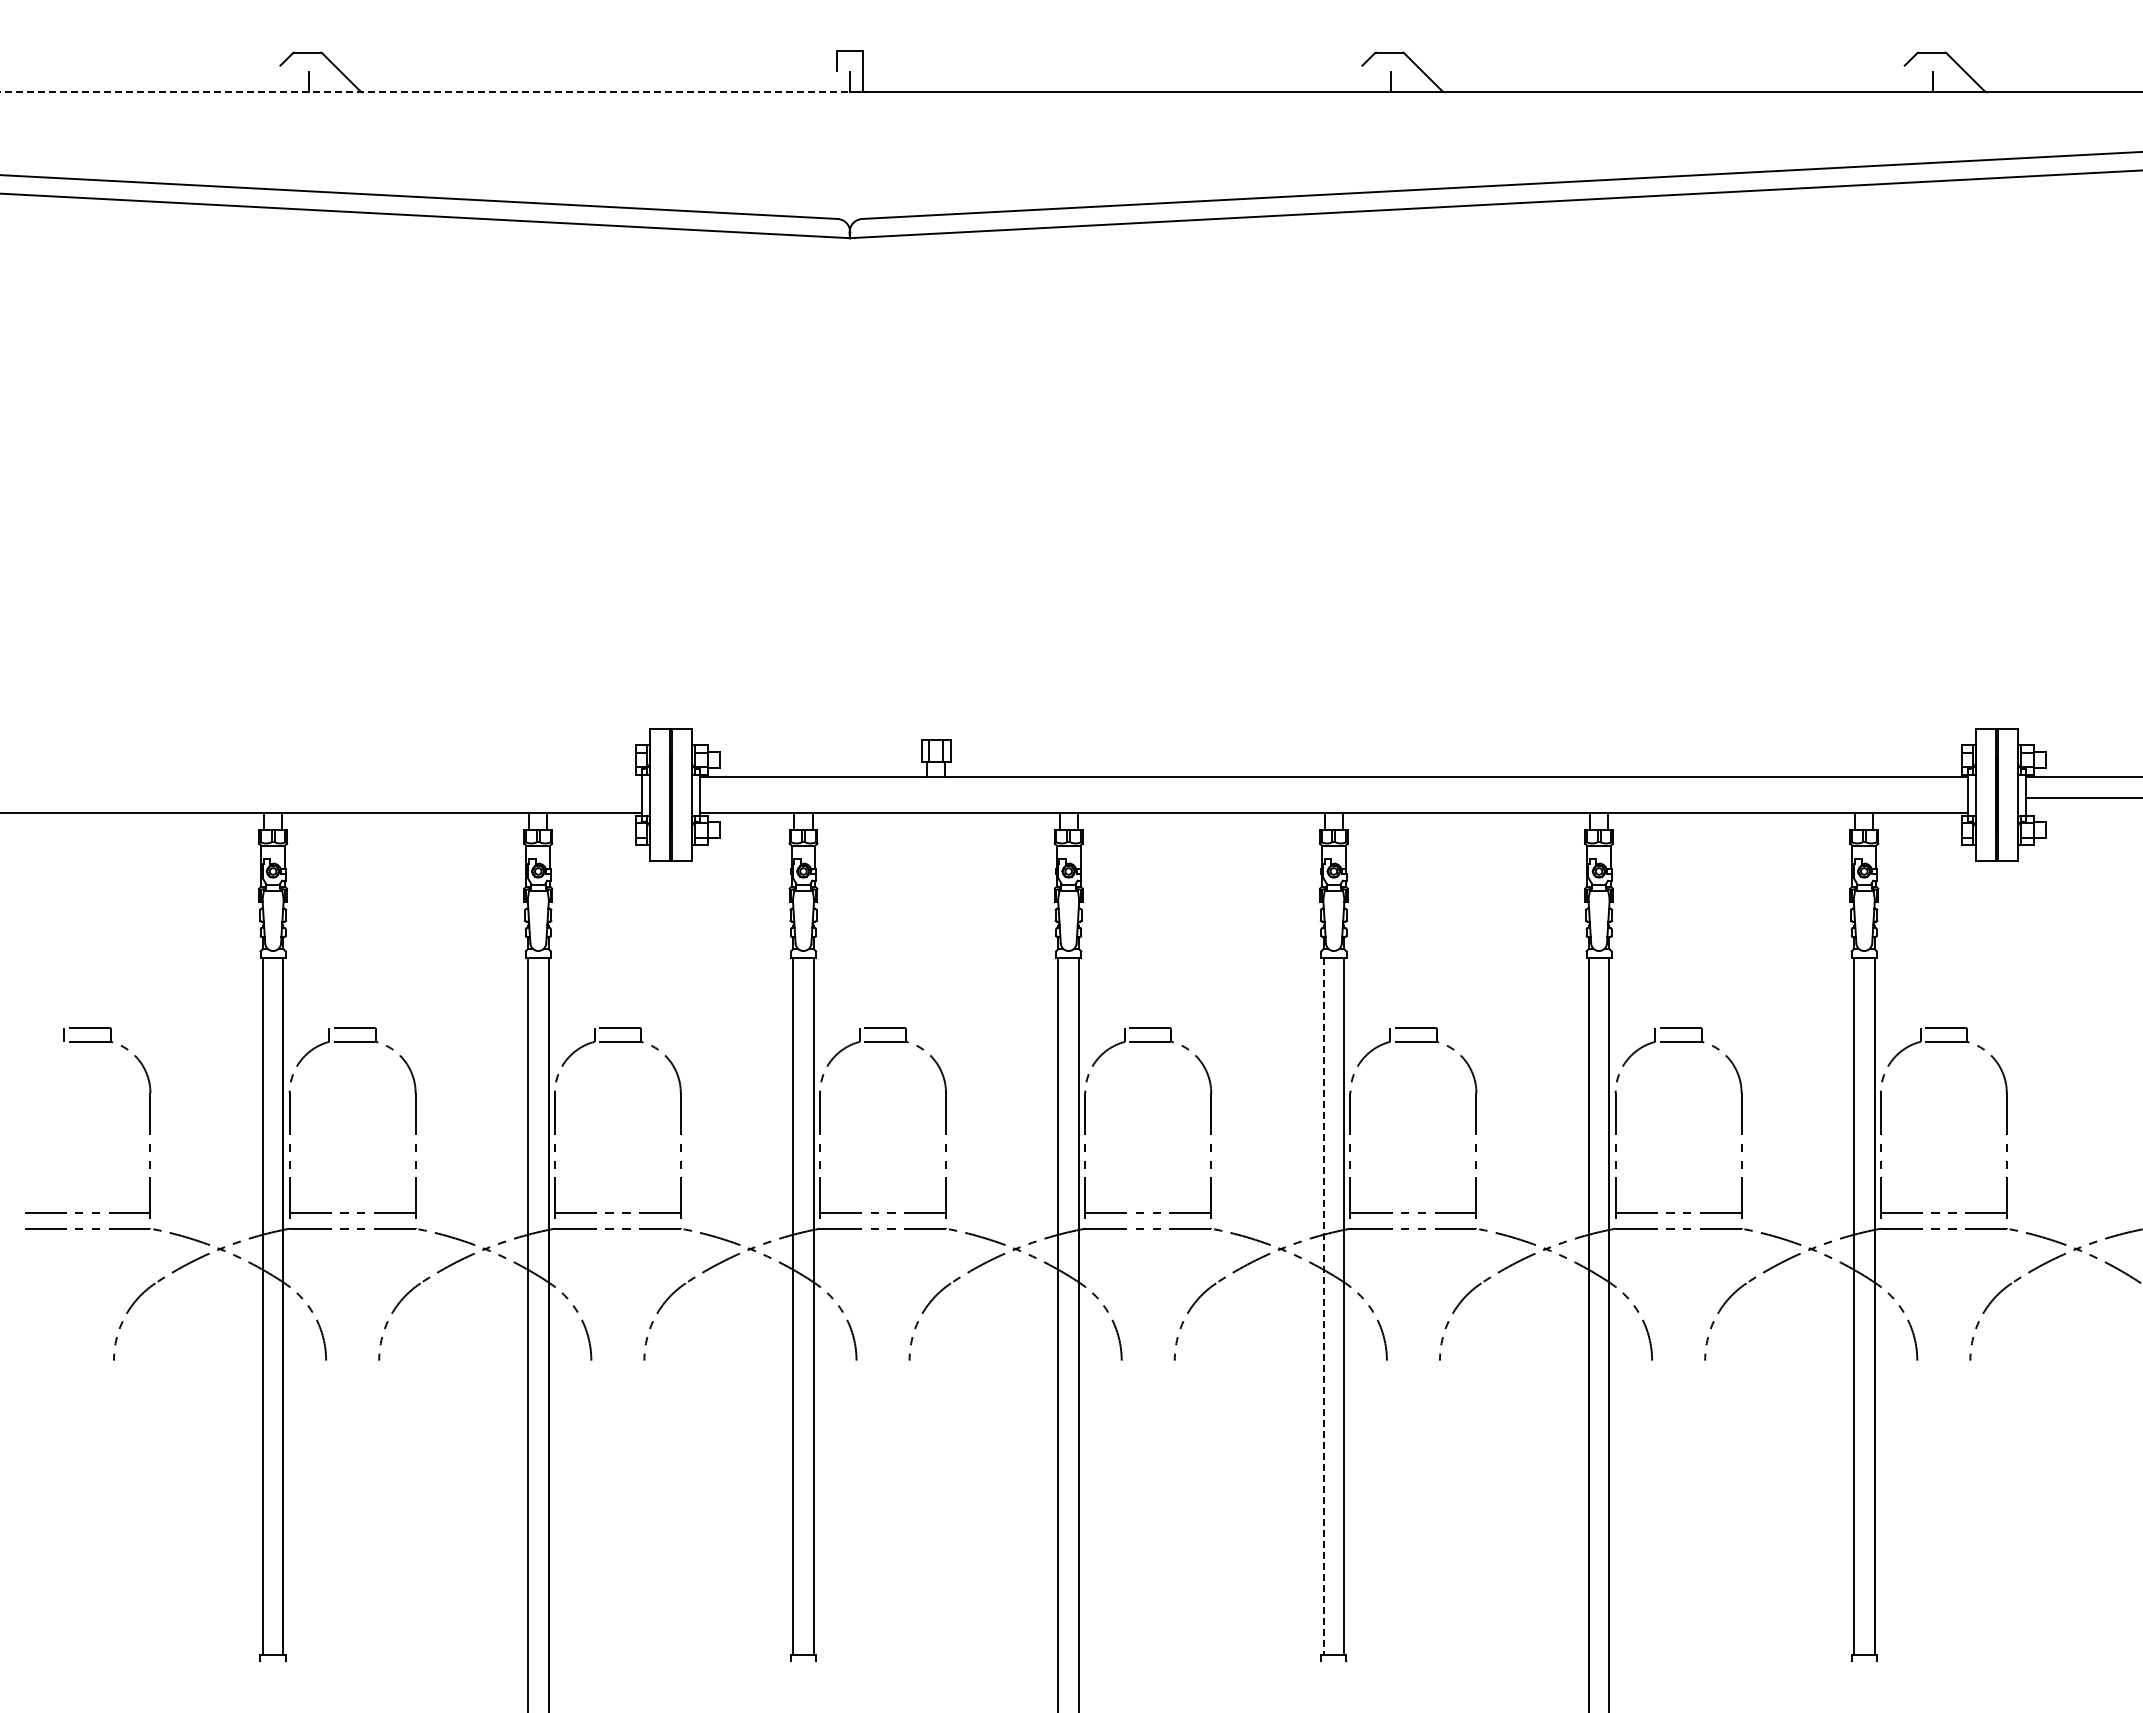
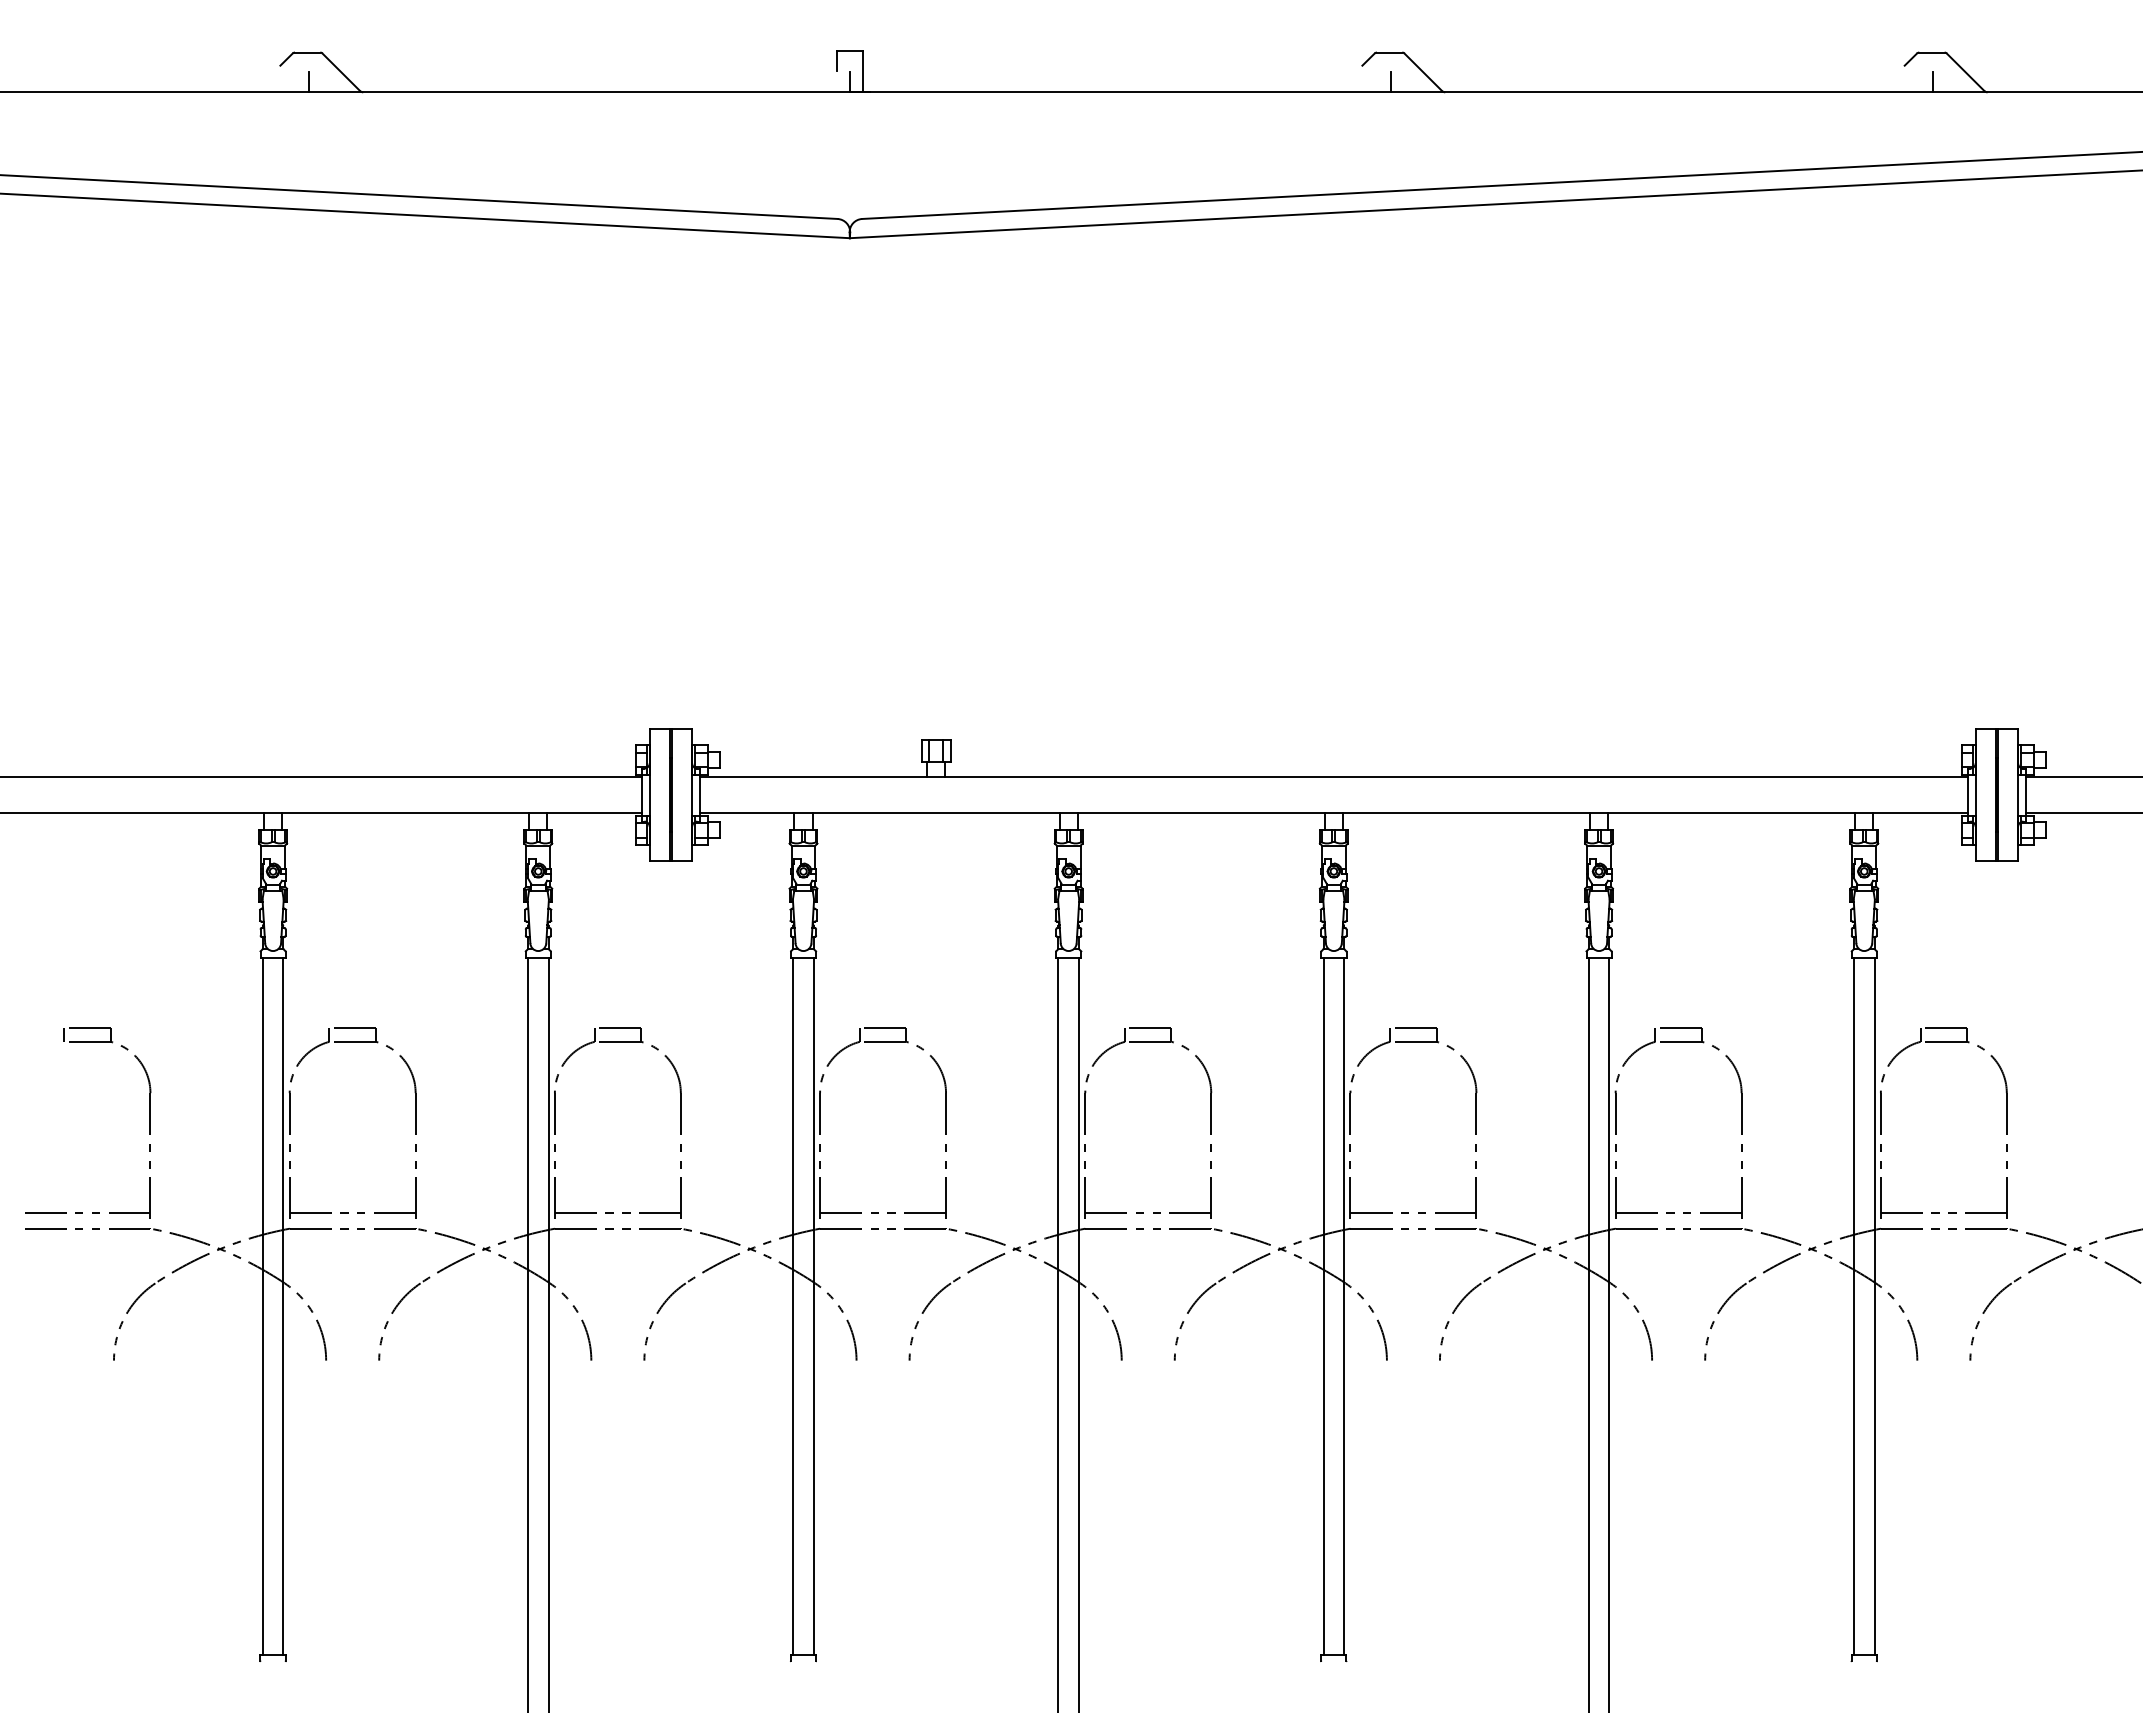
line at (434, 92): dashed -> solid
line at (321, 777): none -> present
line at (2082, 798) position: (2082, 798) -> (2082, 813)
line at (1323, 1306): dashed -> solid
